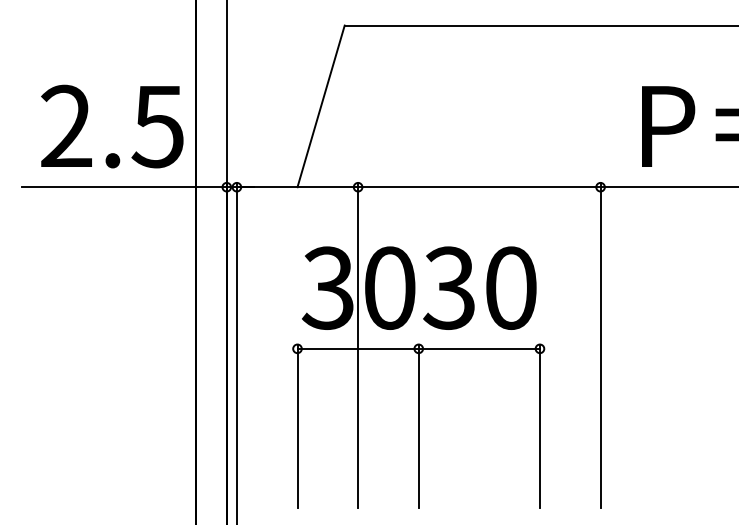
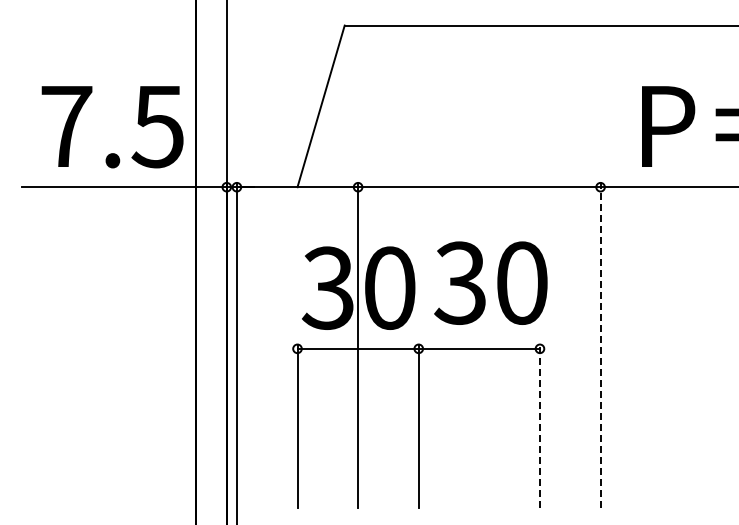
text at (66, 125): 2.5 -> 7.5
text at (479, 287) position: (479, 287) -> (490, 282)
line at (600, 344): solid -> dashed
line at (539, 425): solid -> dashed
